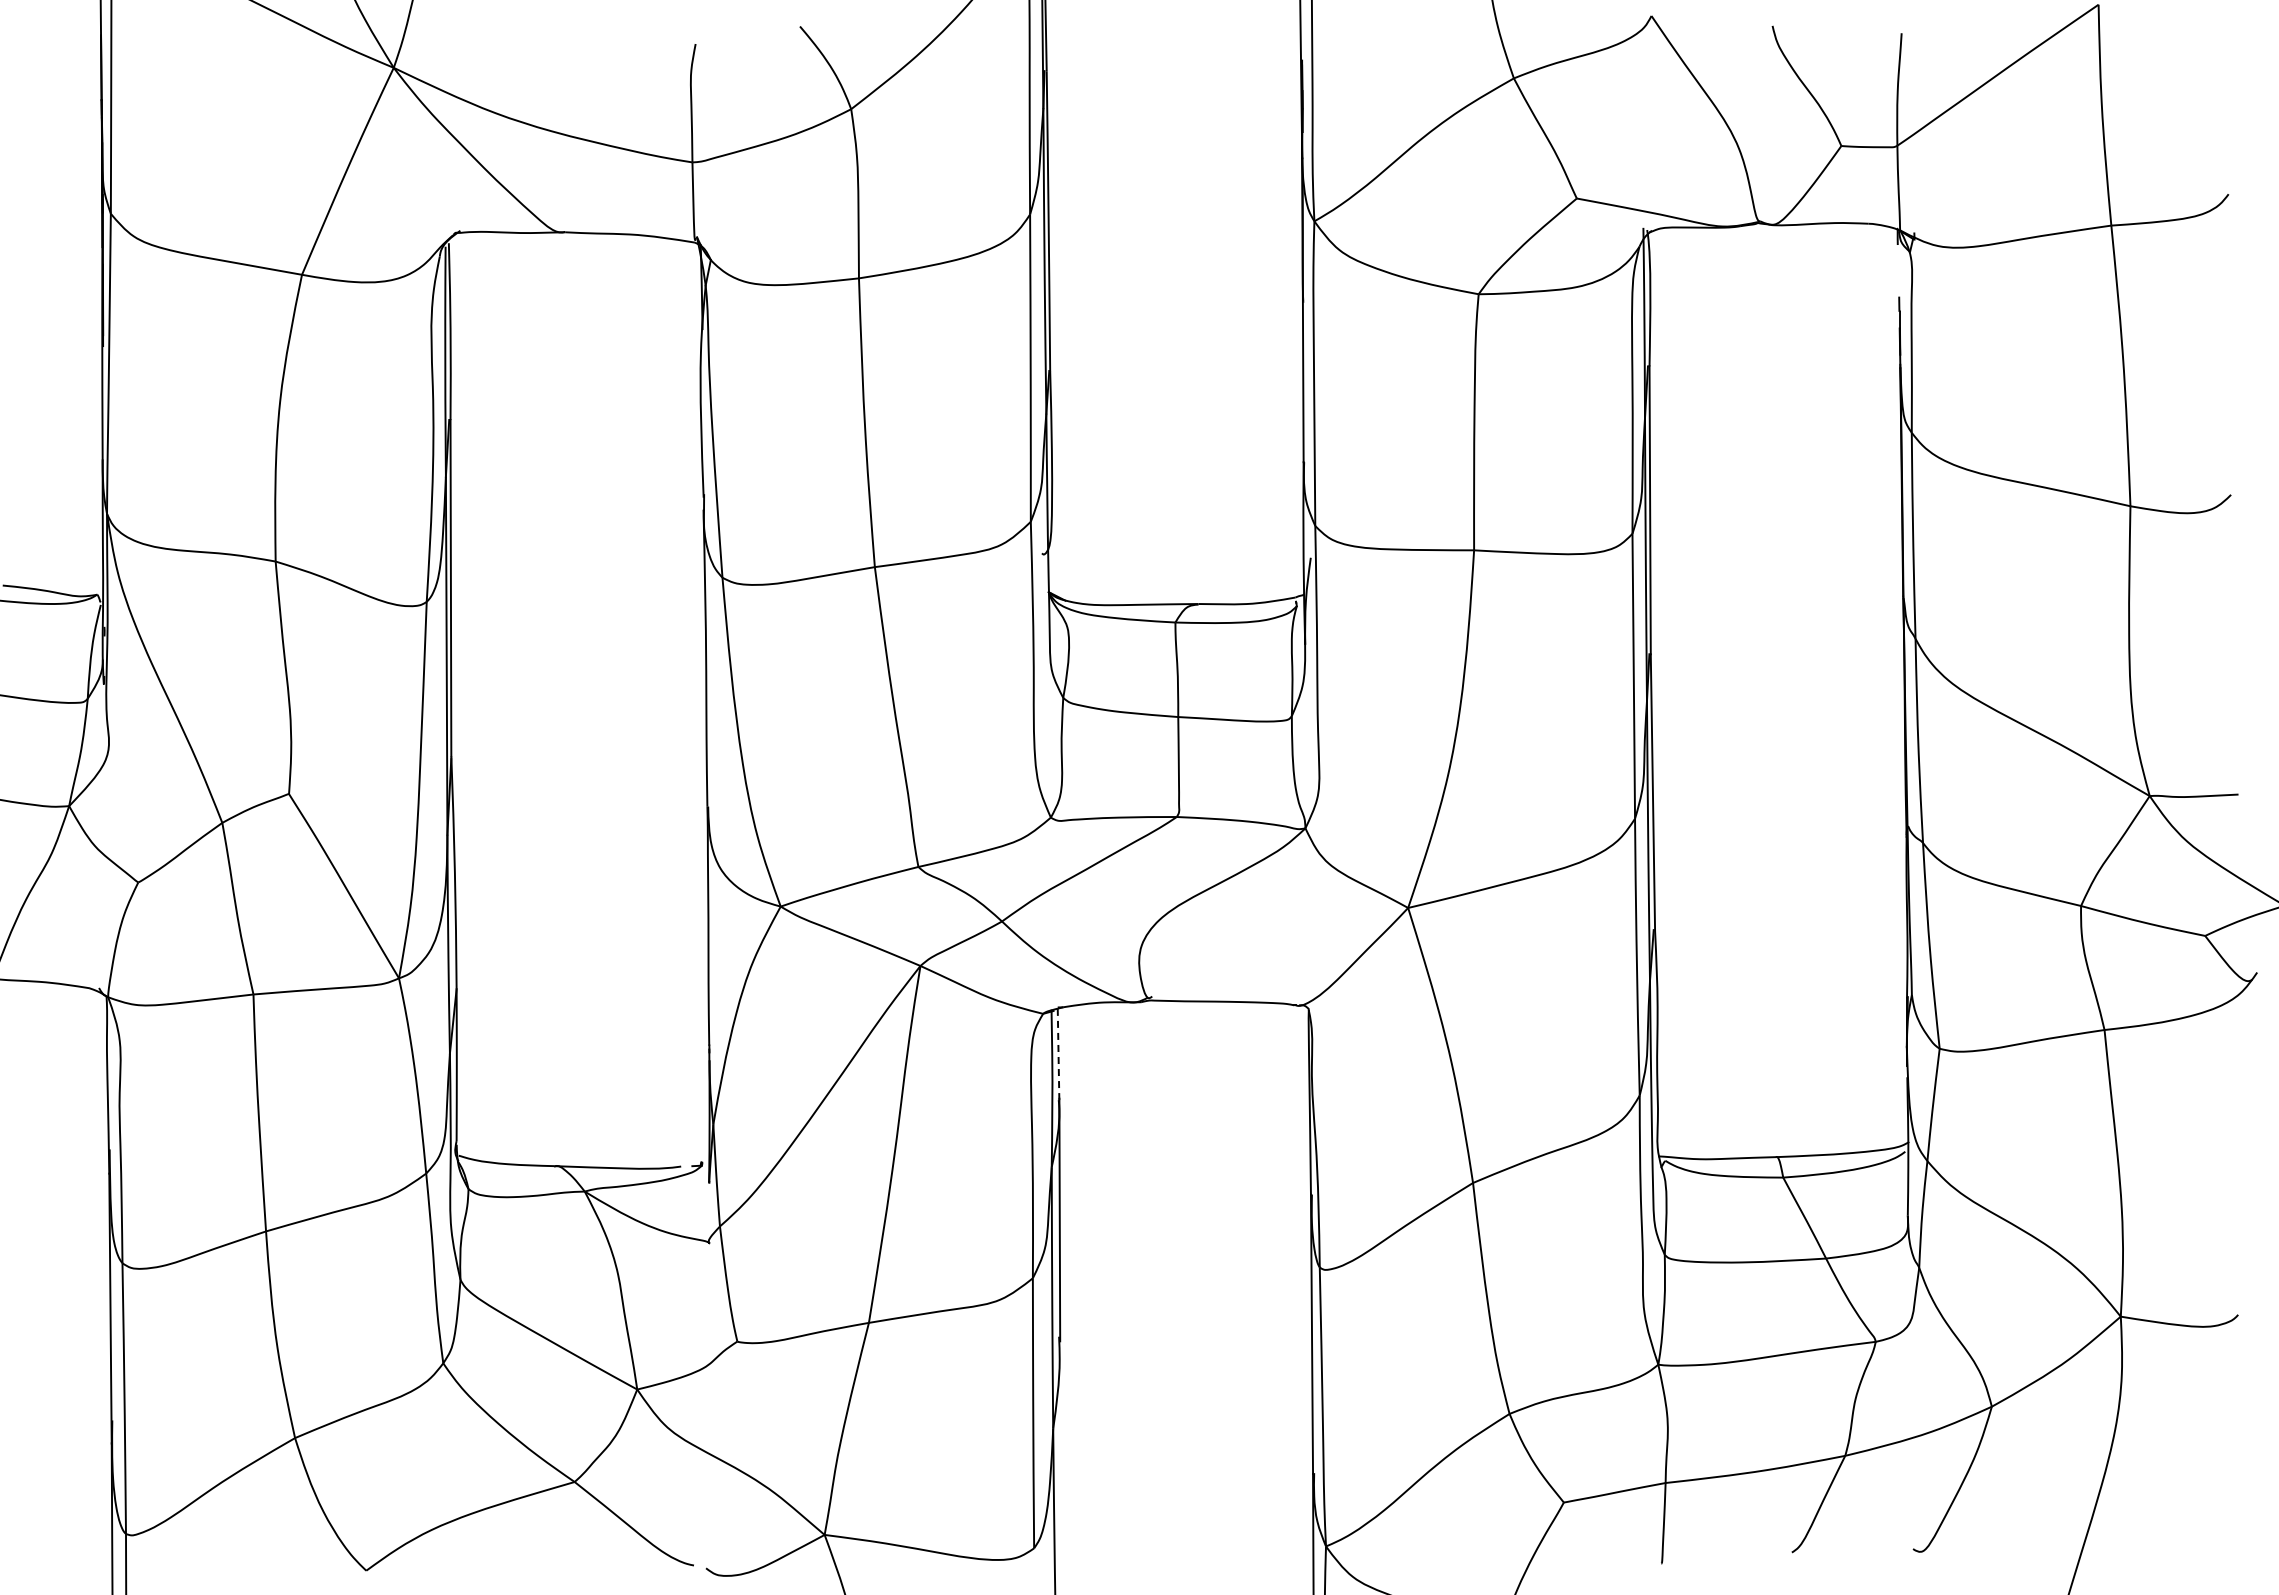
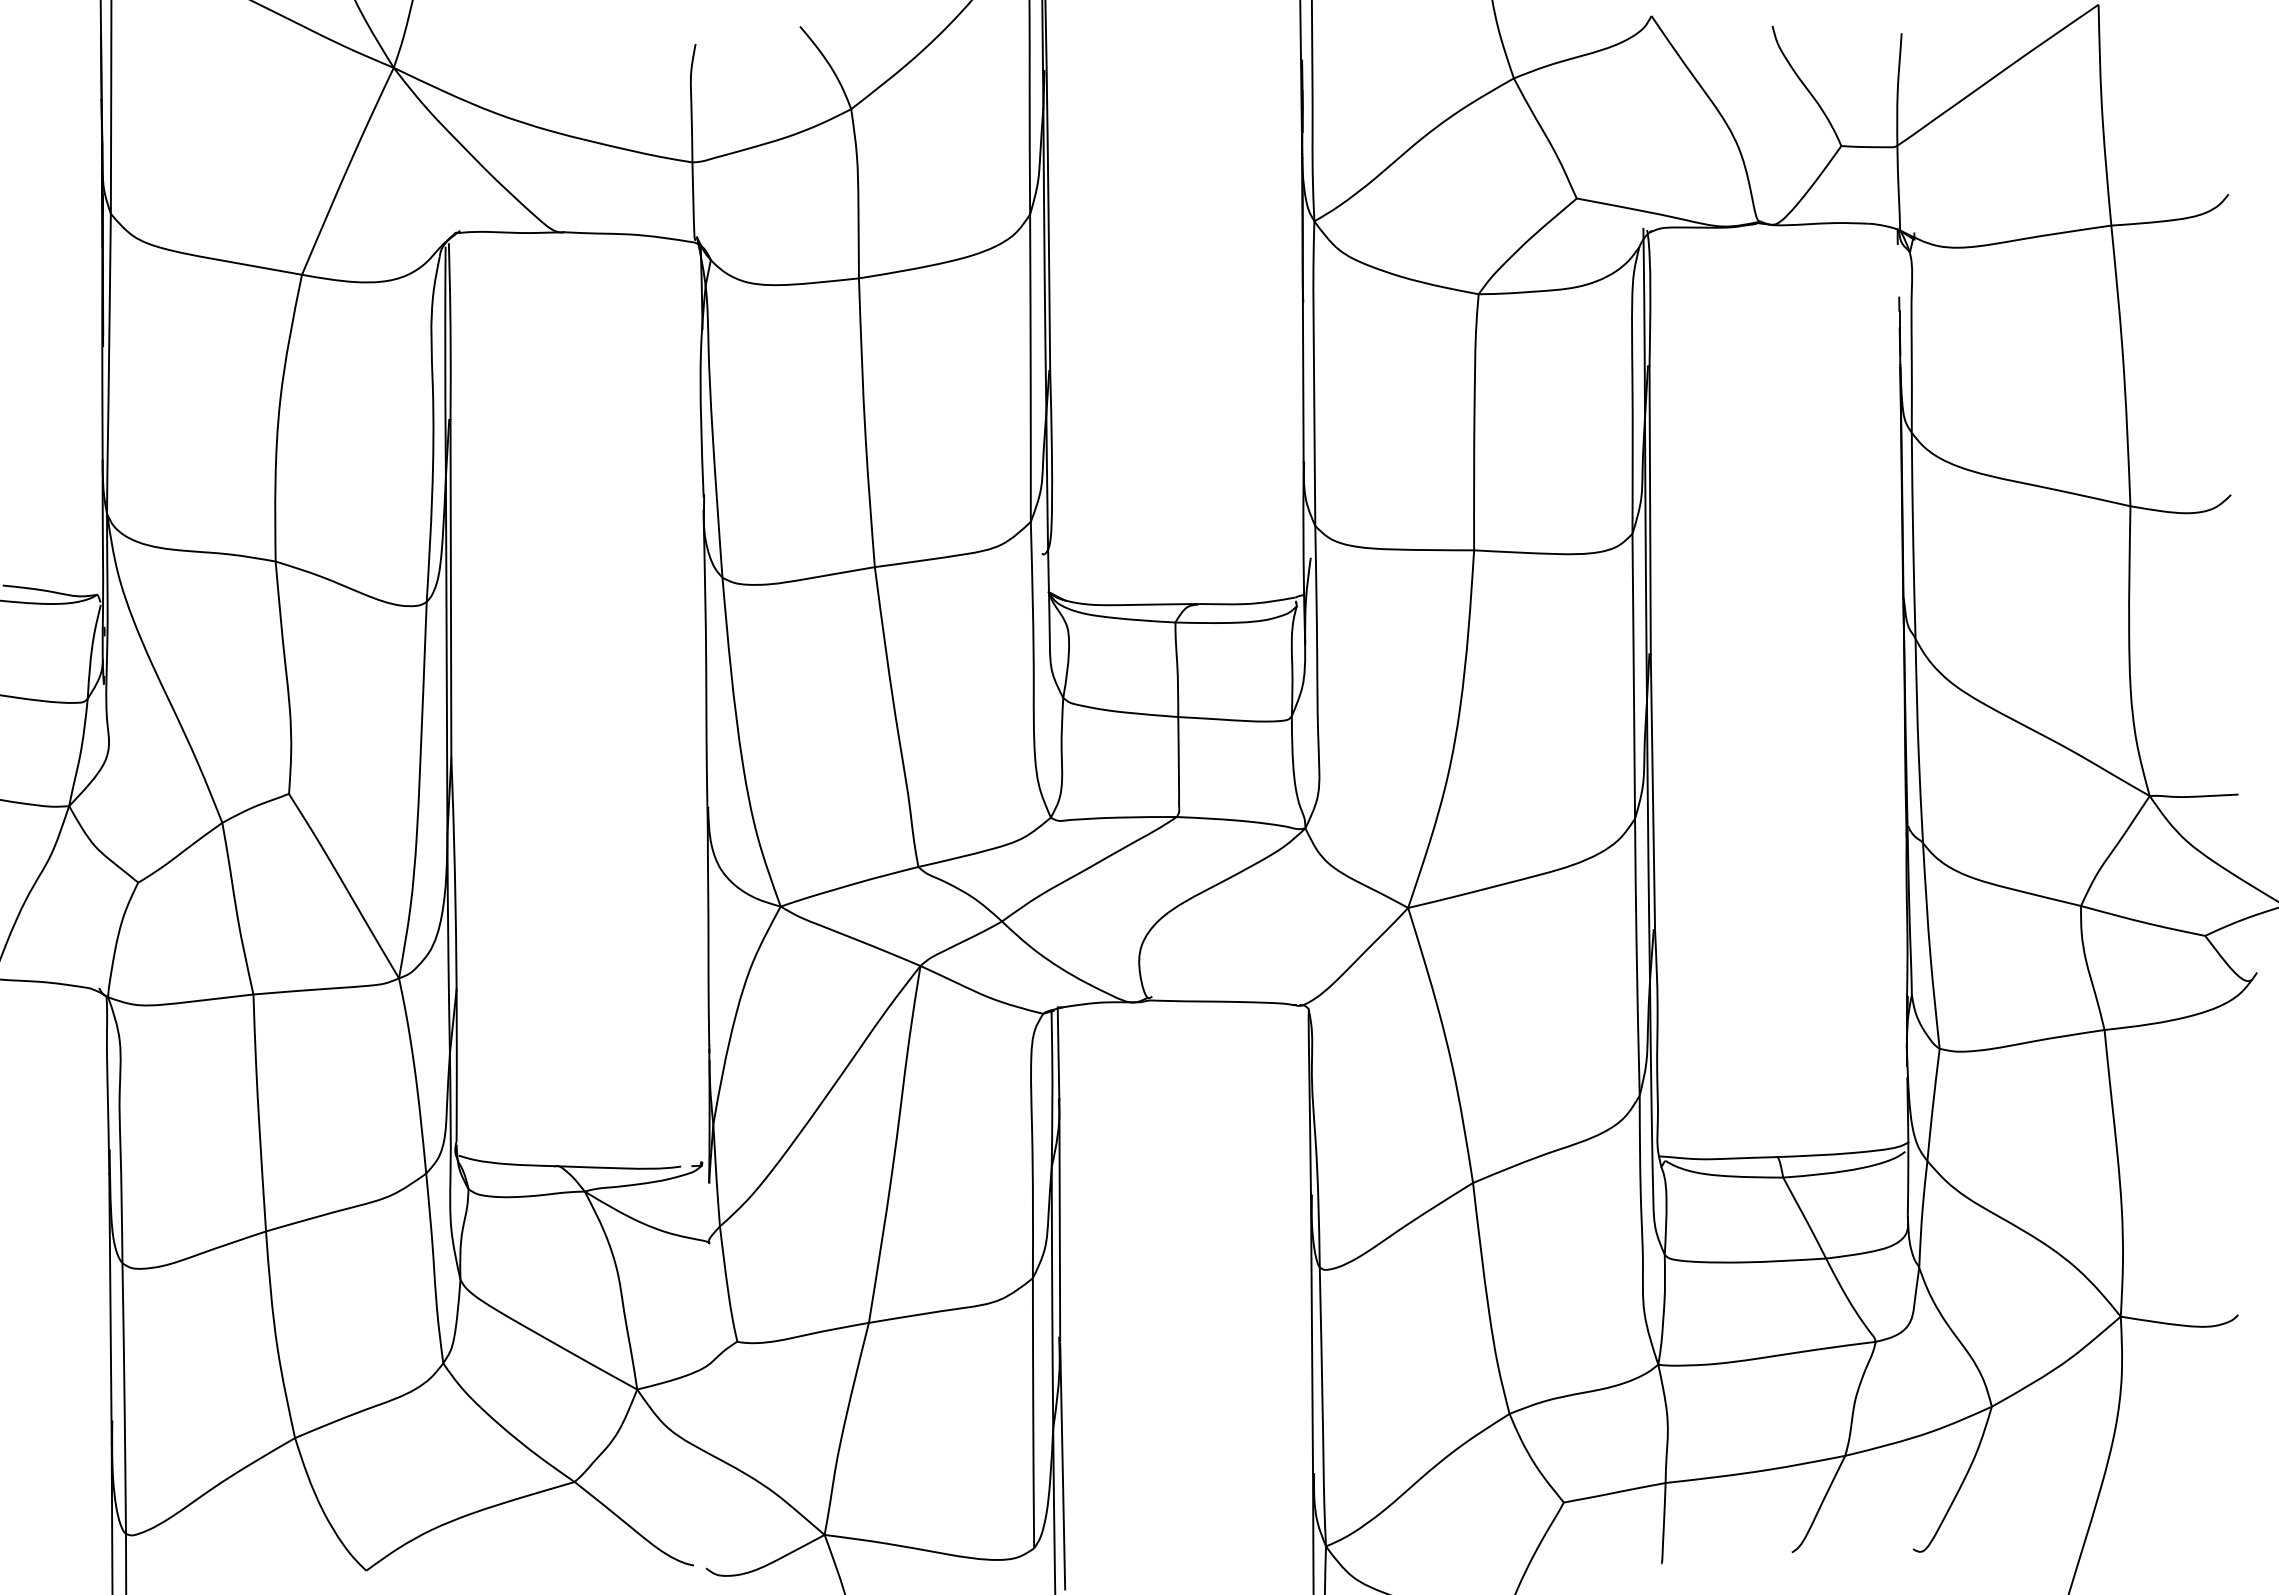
line at (1058, 1053): dashed -> solid
line at (1062, 1466): none -> present
